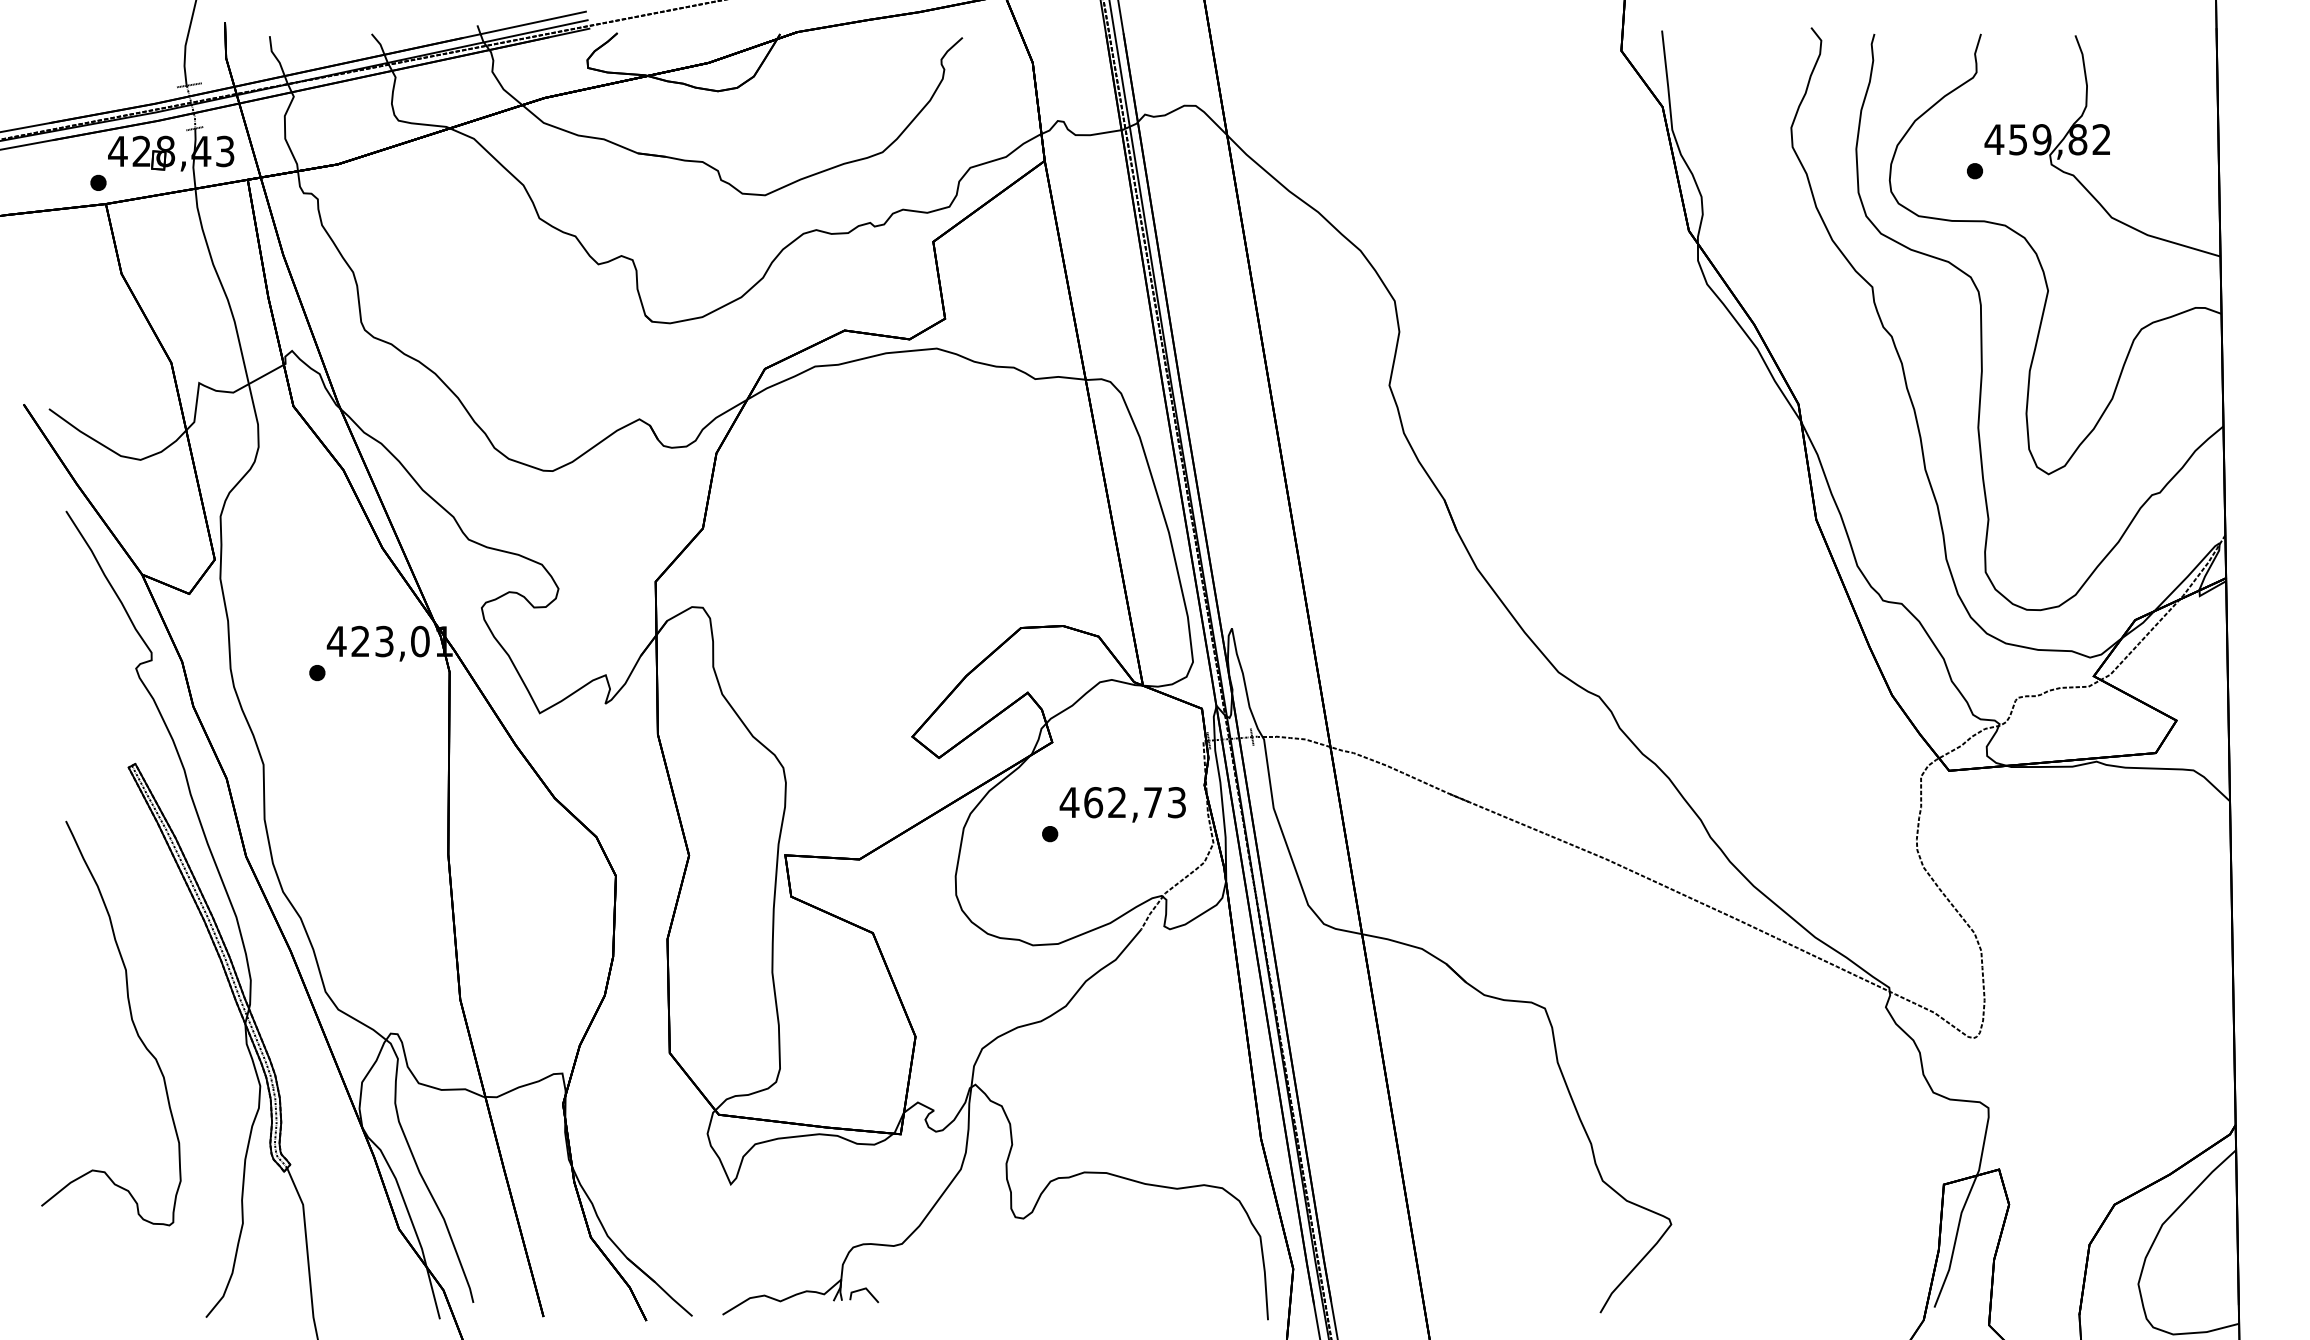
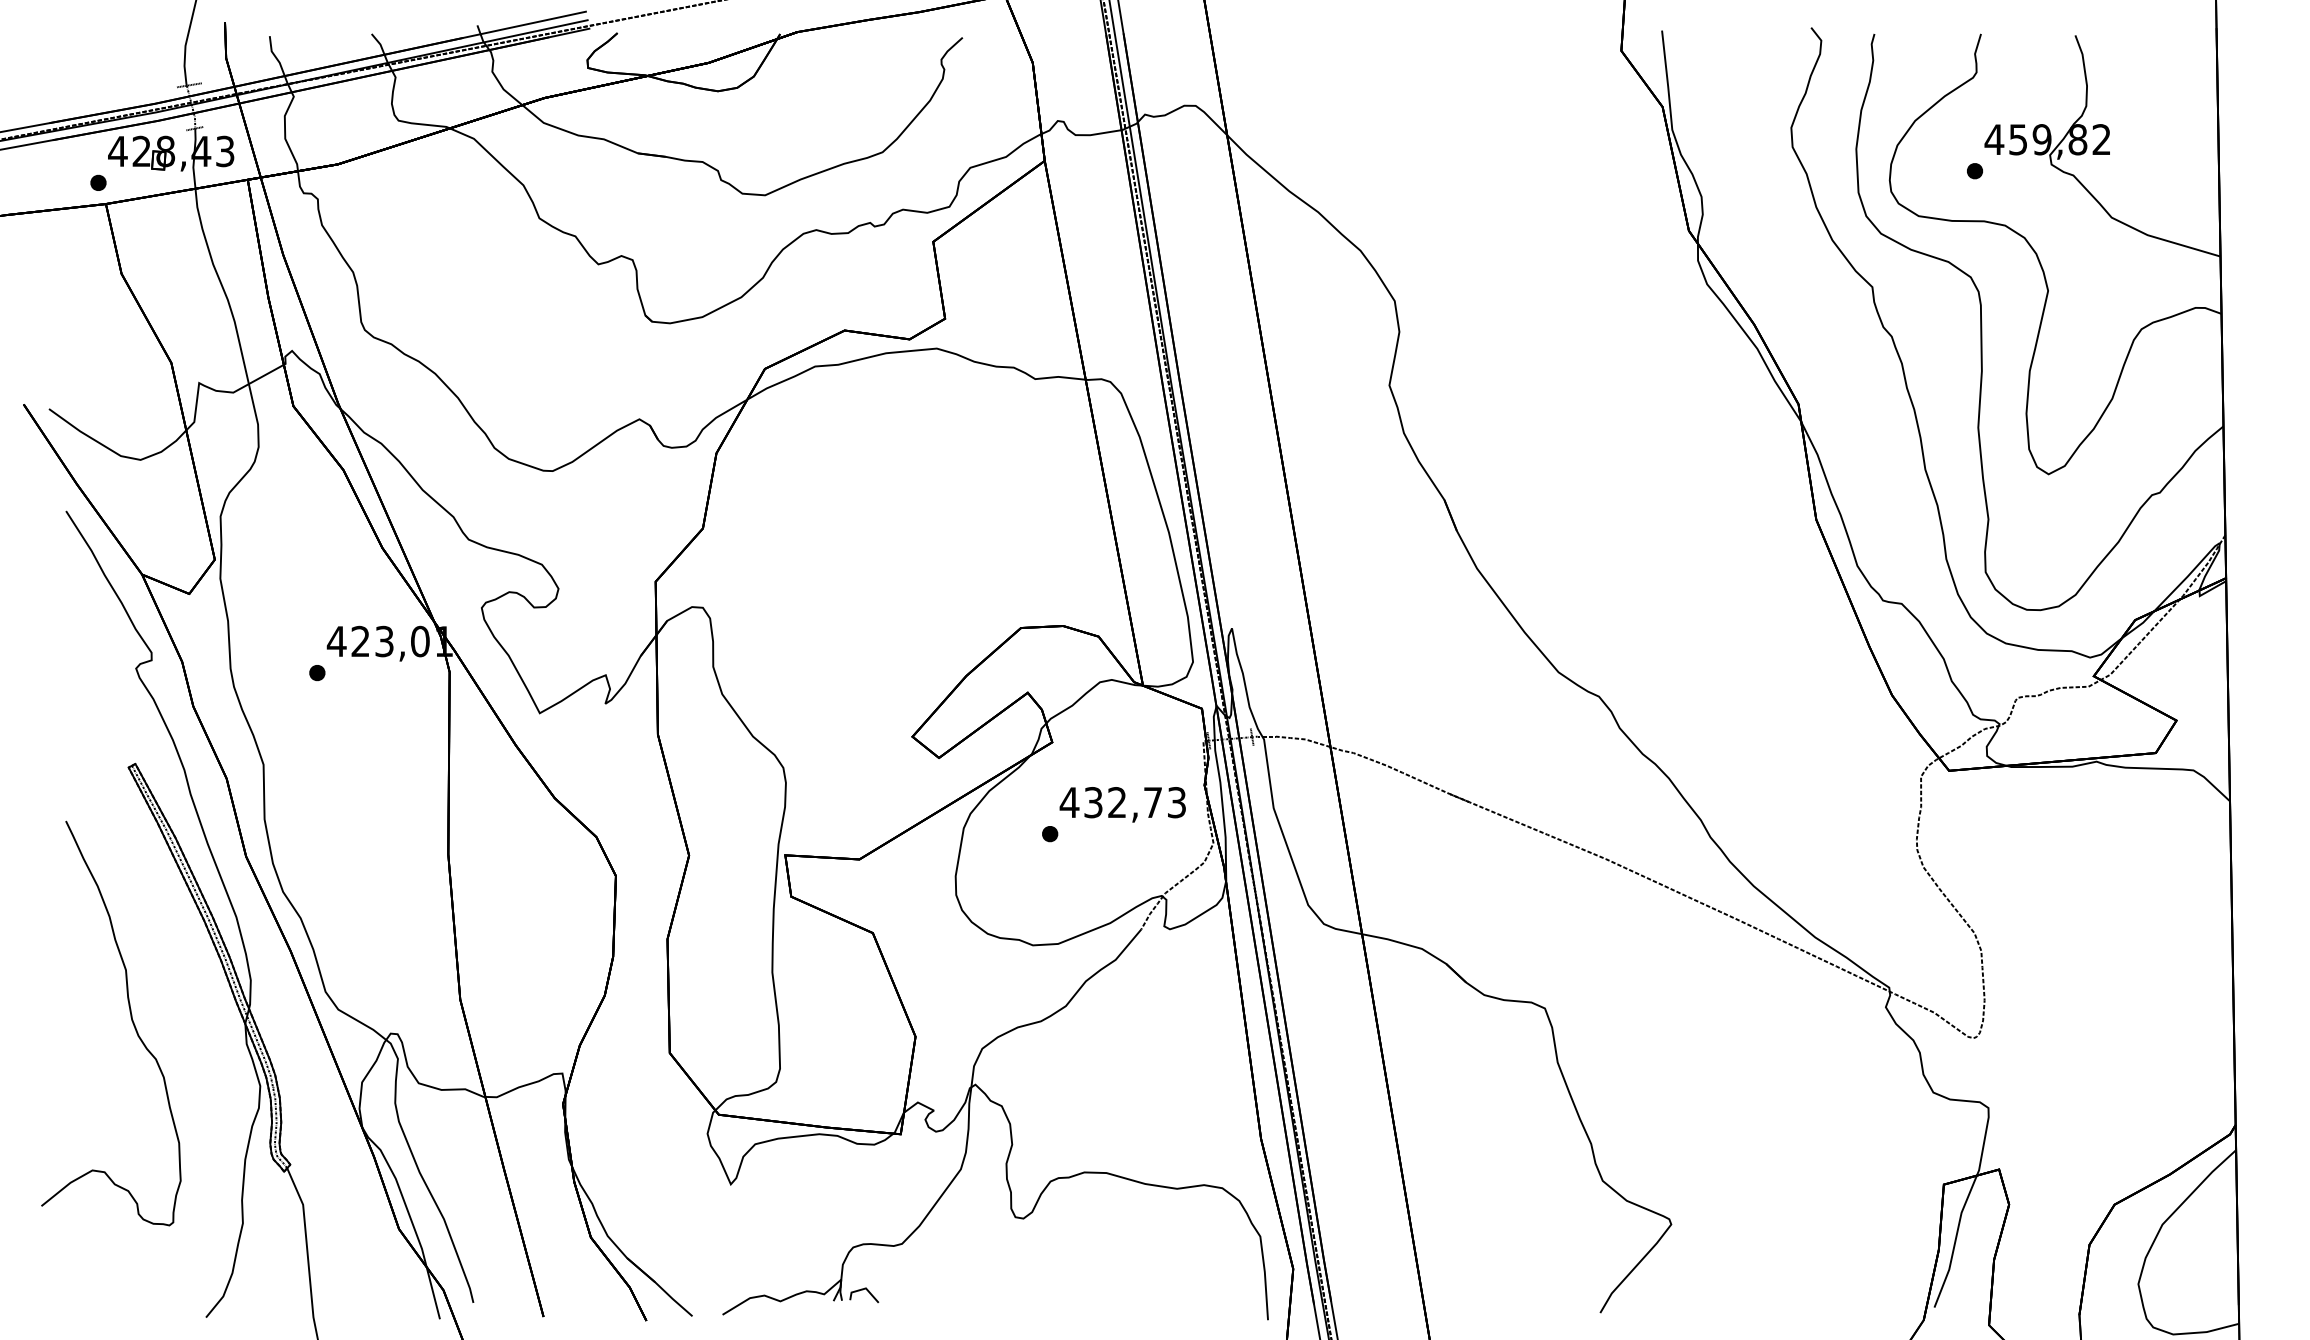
text at (1093, 802): 462,73 -> 432,73
